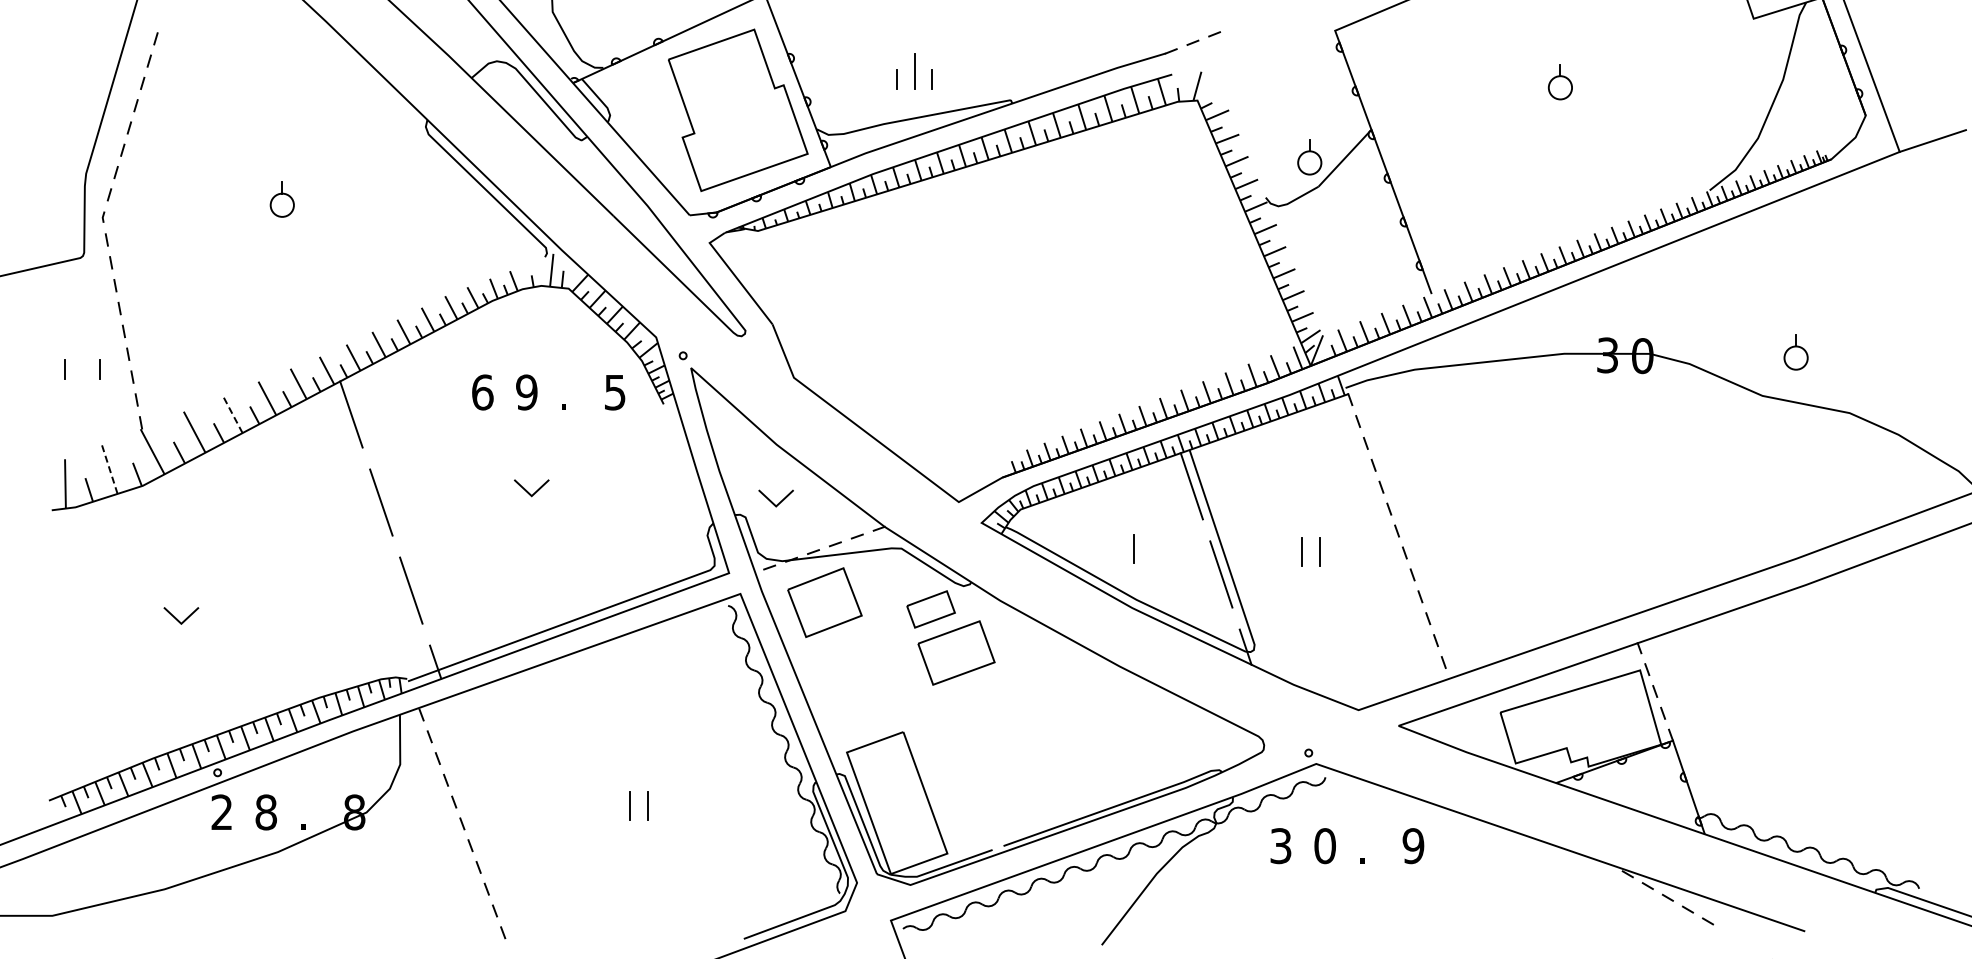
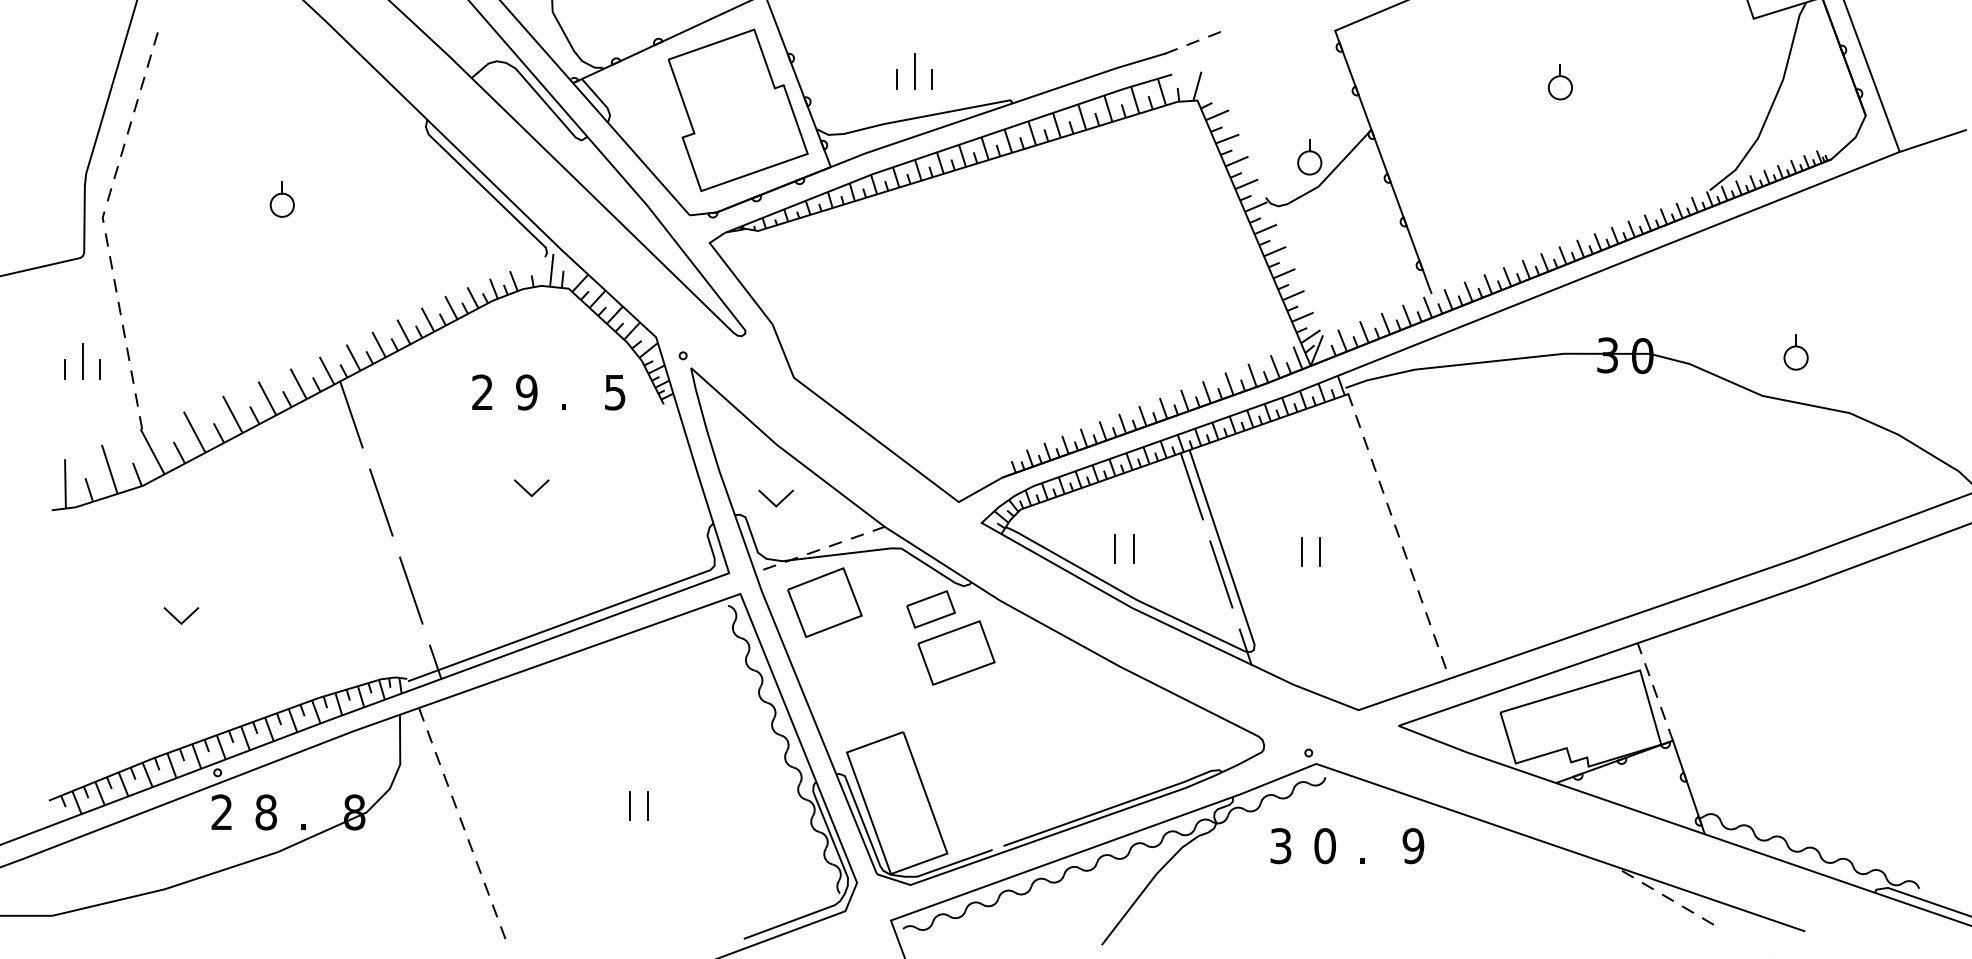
line at (82, 361): none -> present
text at (482, 392): 6 -> 2
line at (232, 414): dashed -> solid
line at (109, 469): dashed -> solid
line at (1115, 548): none -> present
